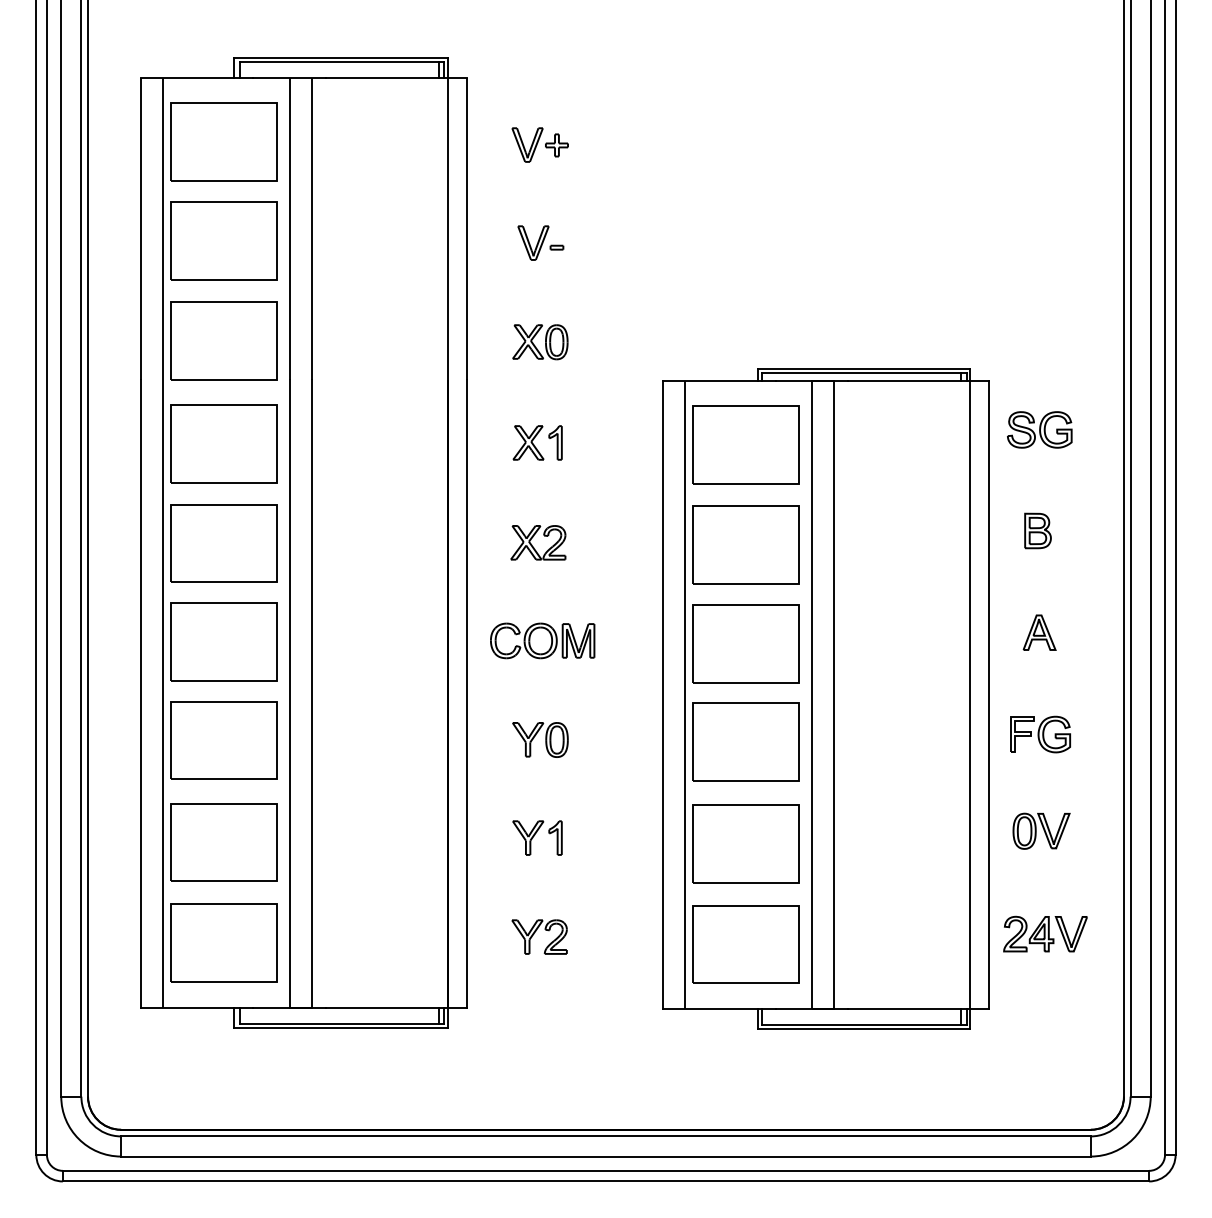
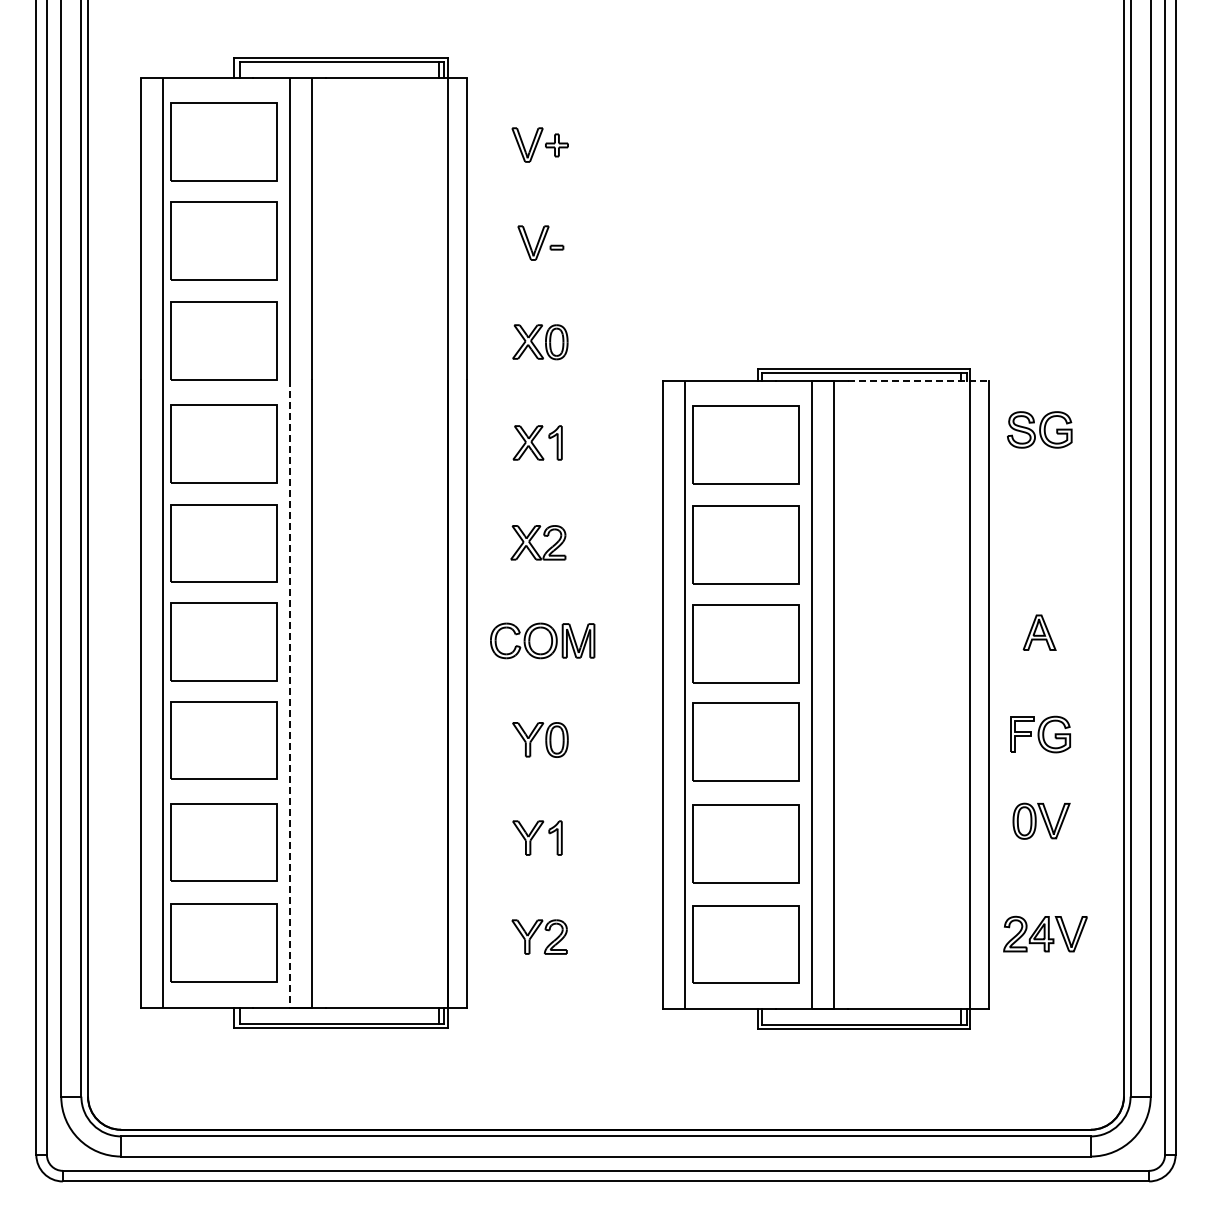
line at (919, 381): solid -> dashed
part at (1037, 530): present -> none
line at (289, 693): solid -> dashed
part at (1041, 830) position: (1041, 830) -> (1041, 820)
